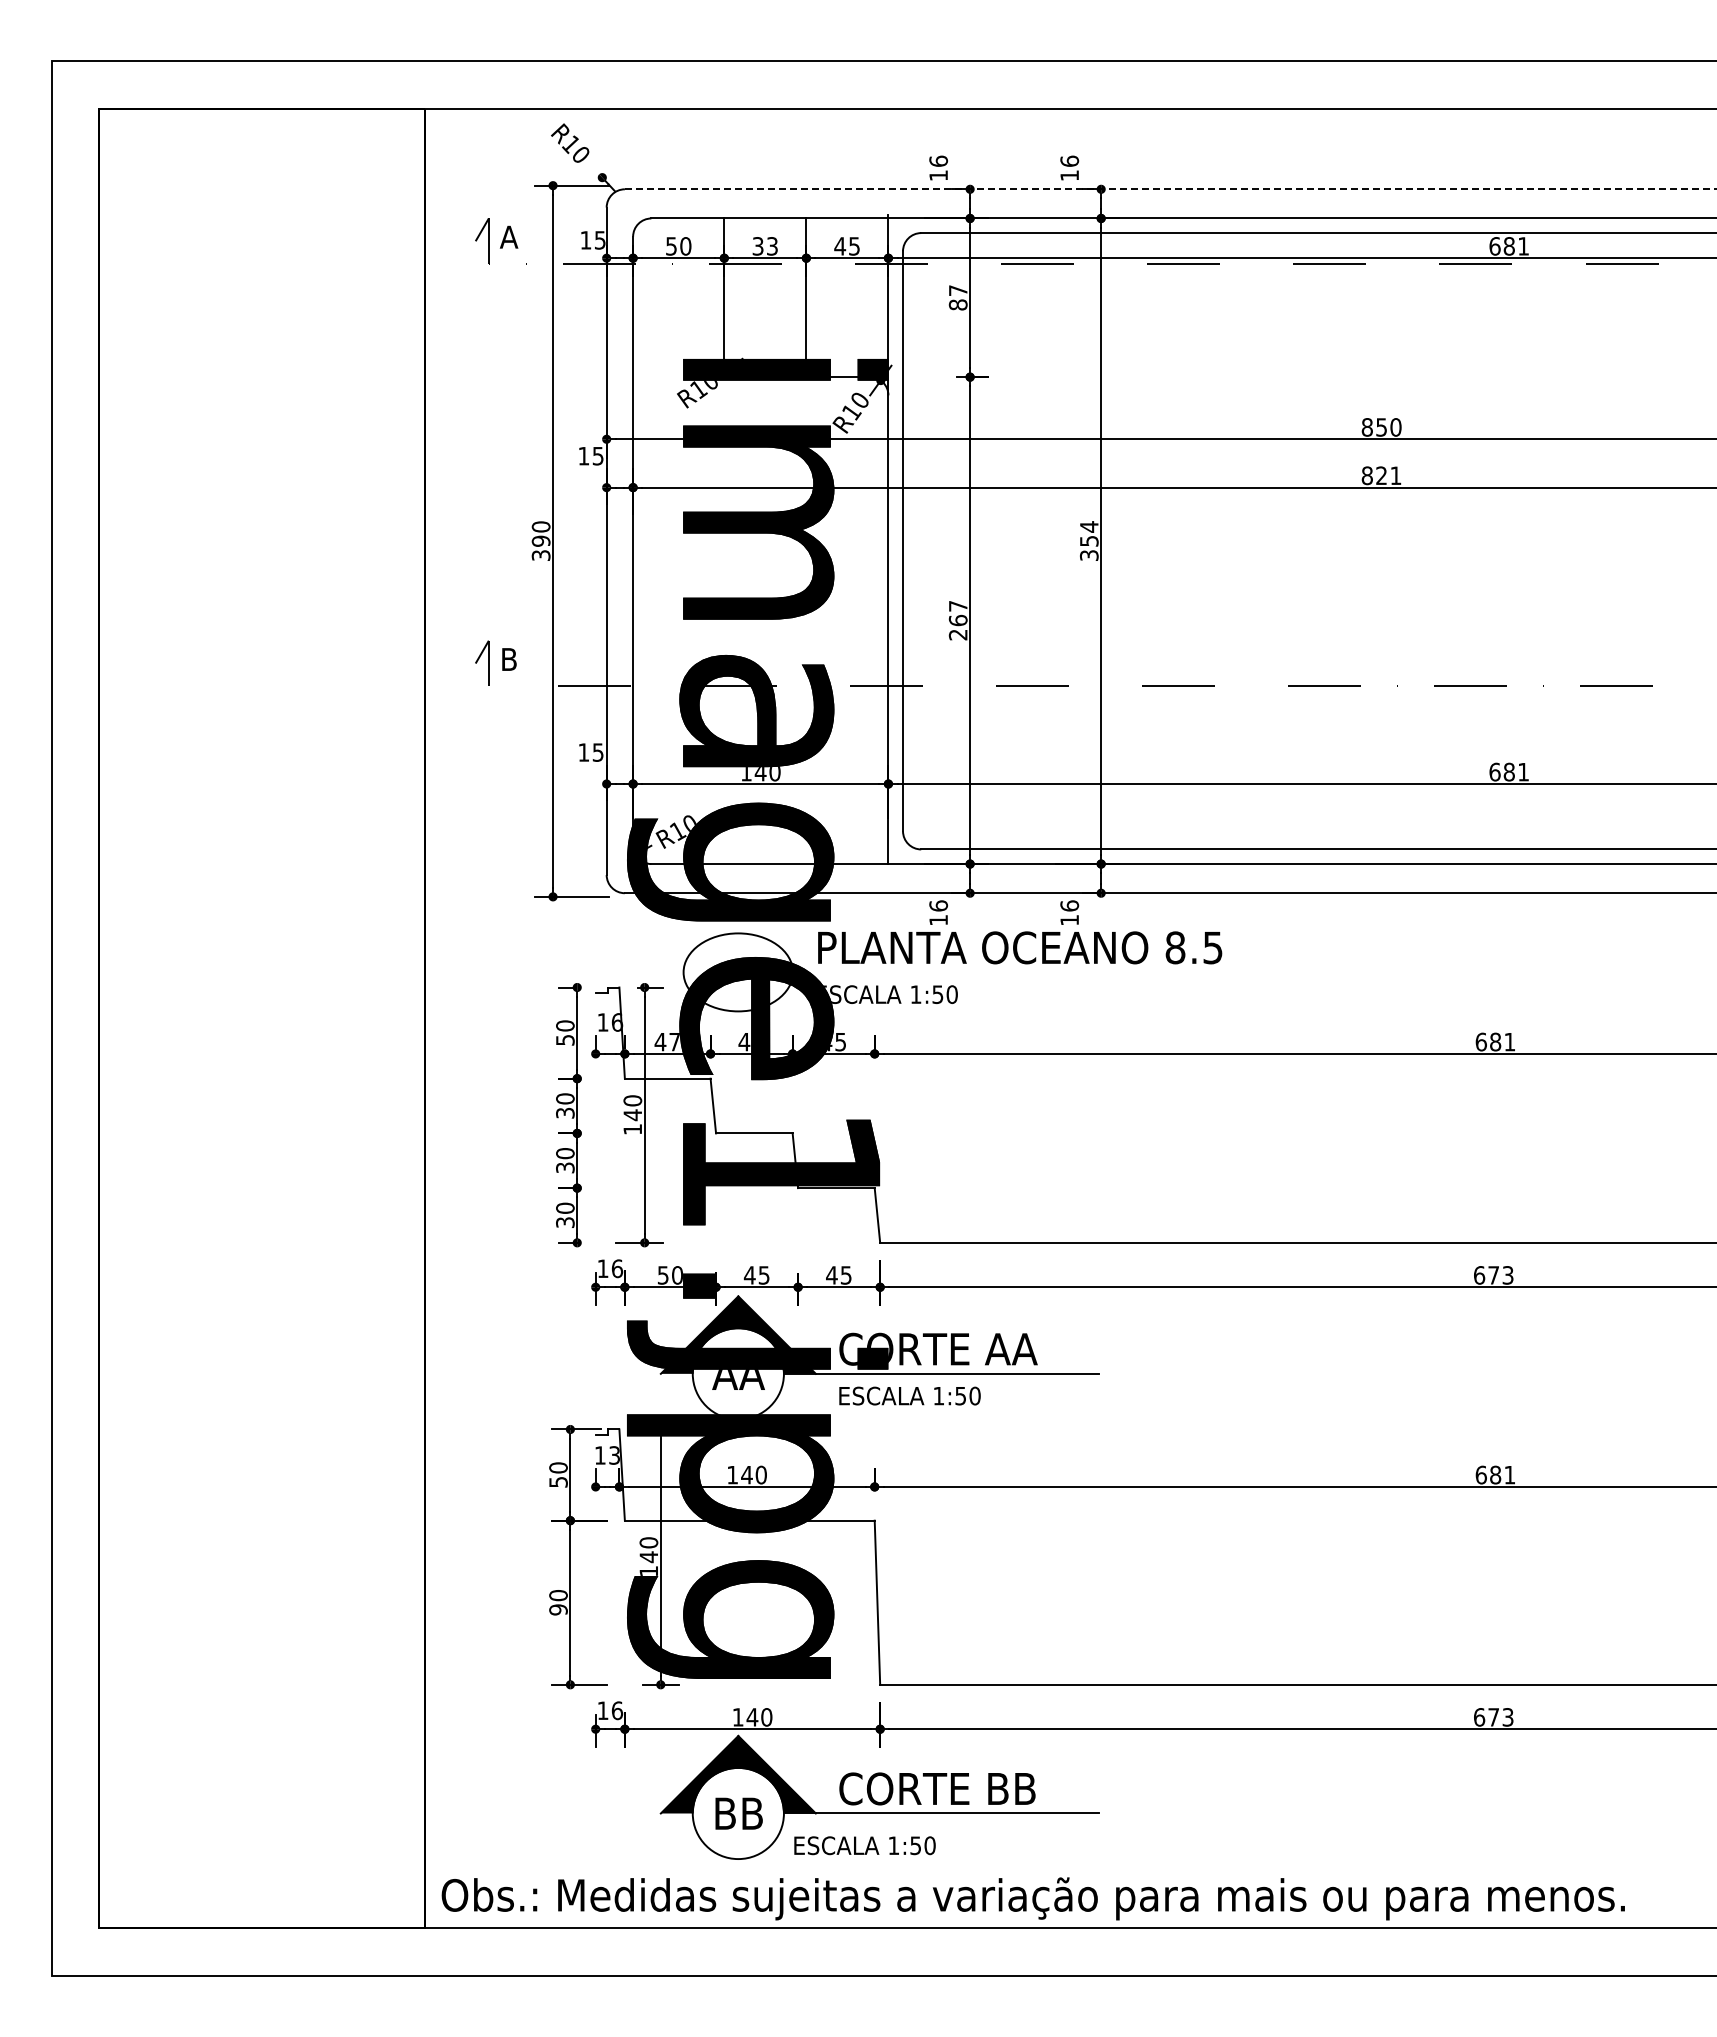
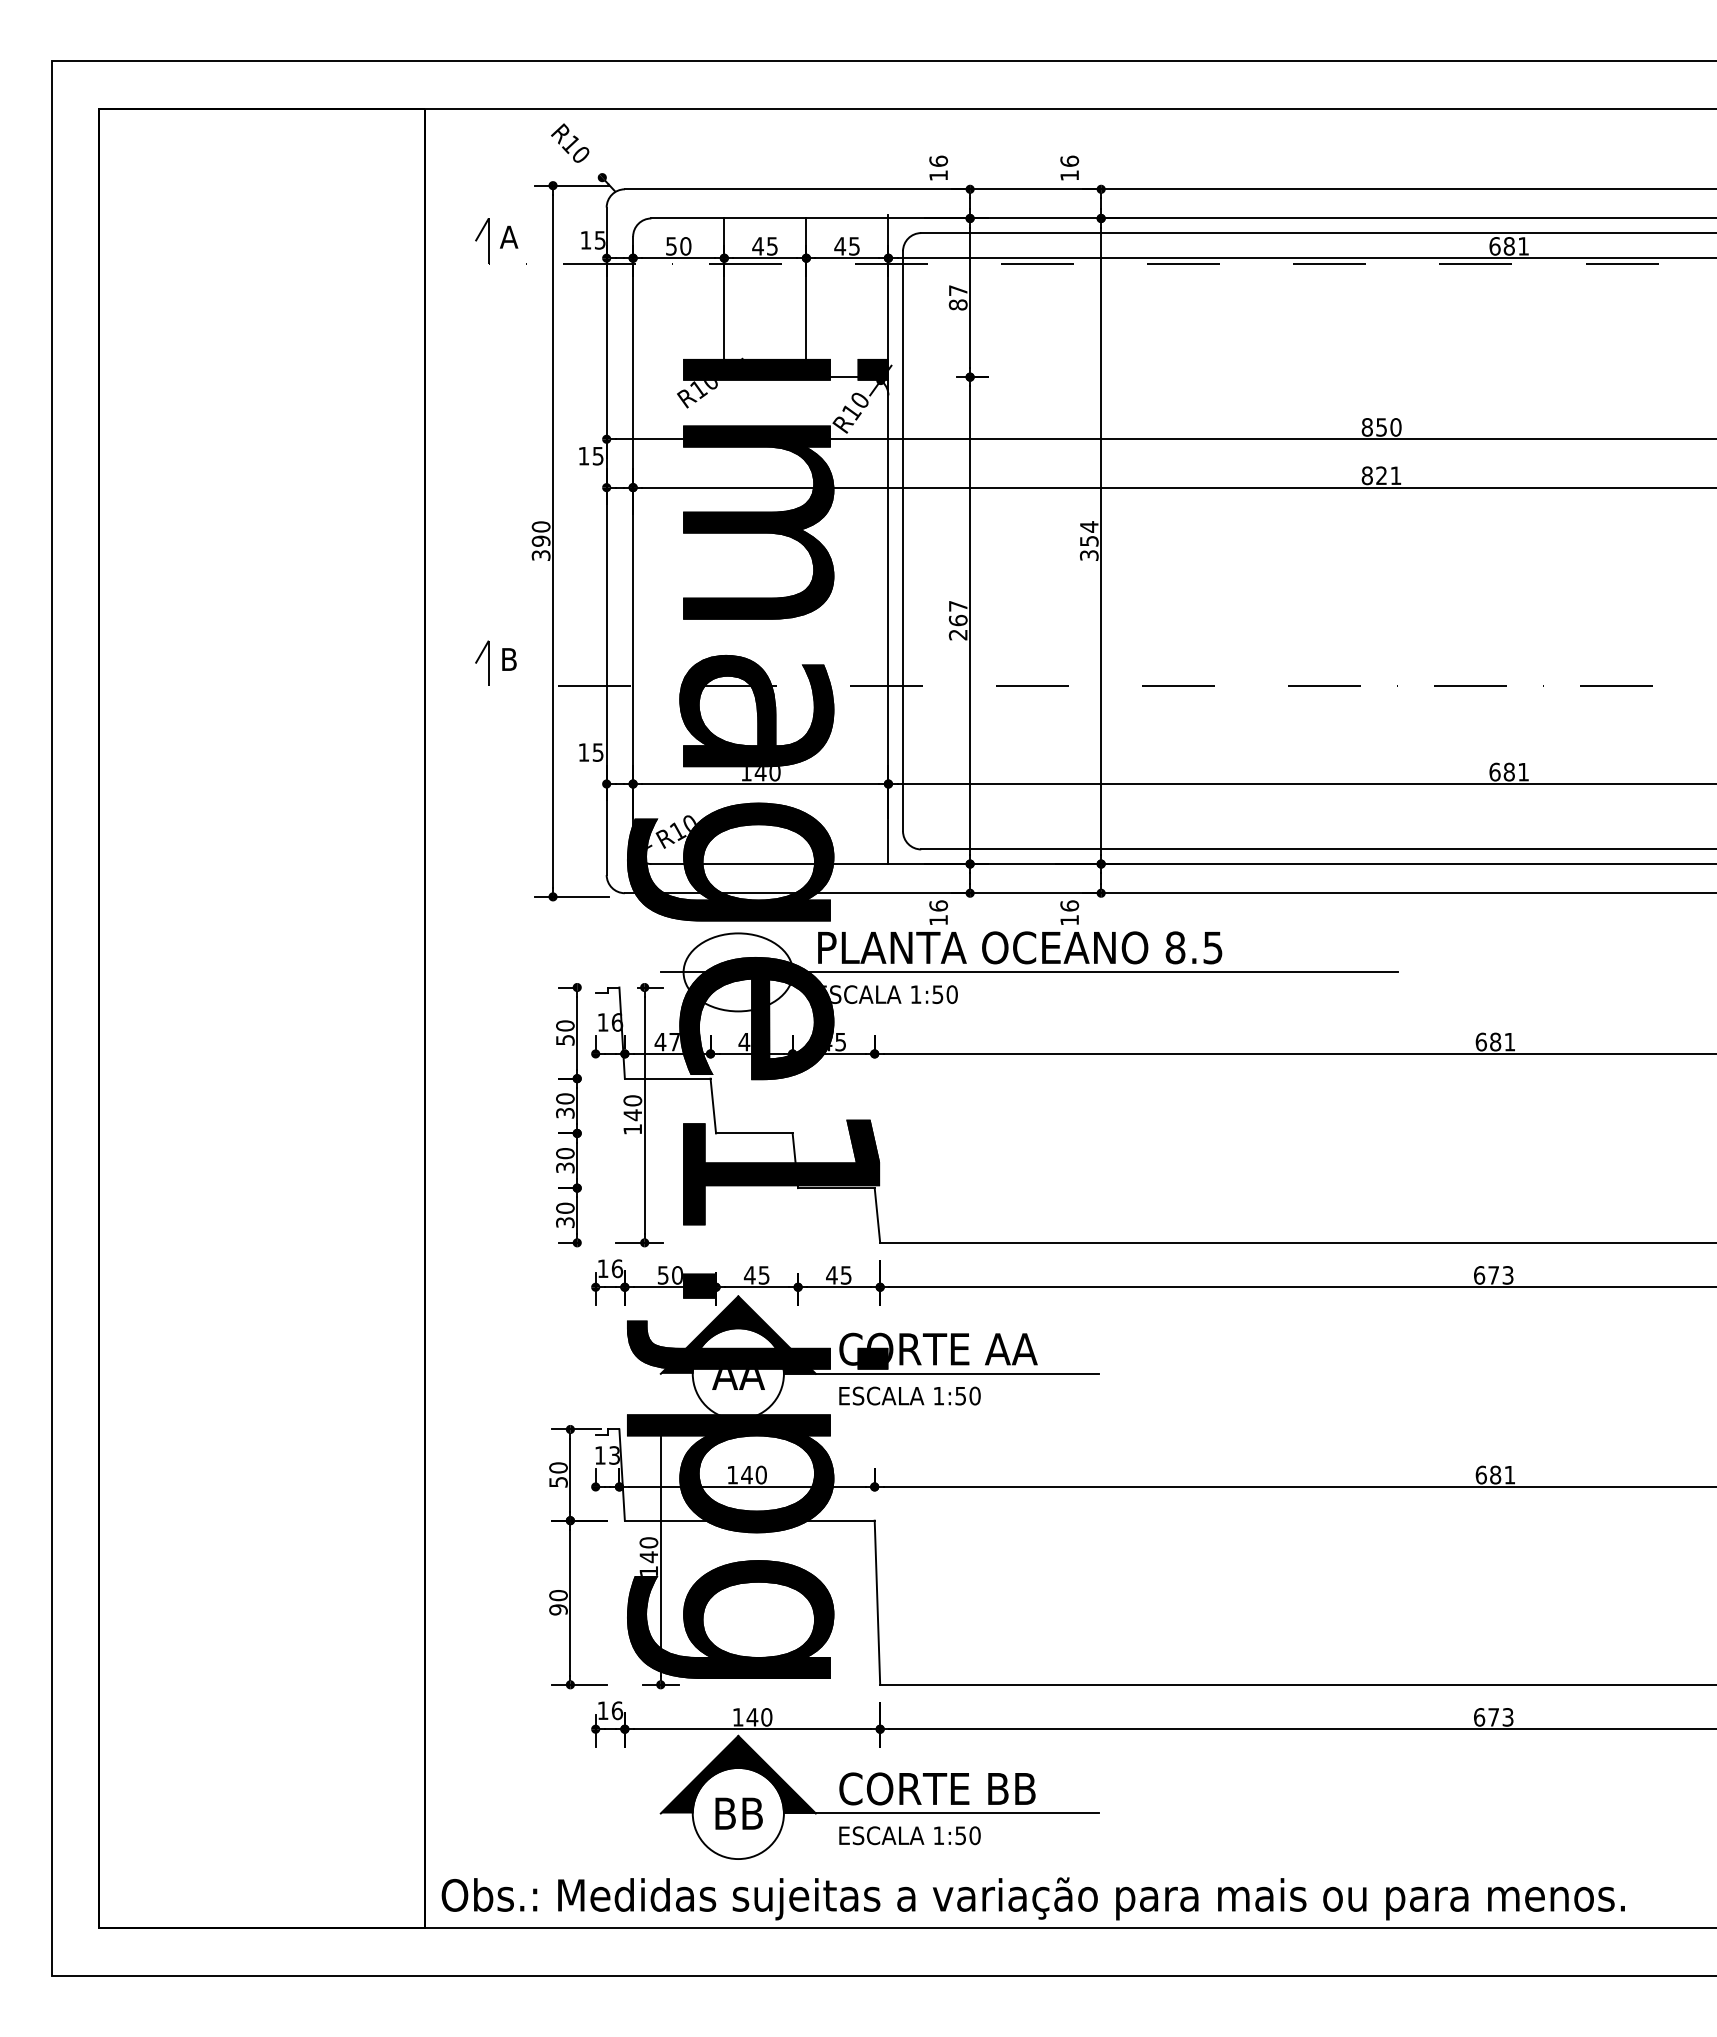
line at (1170, 189): dashed -> solid
text at (764, 246): 33 -> 45
line at (1029, 972): none -> present
text at (864, 1845) position: (864, 1845) -> (909, 1835)
